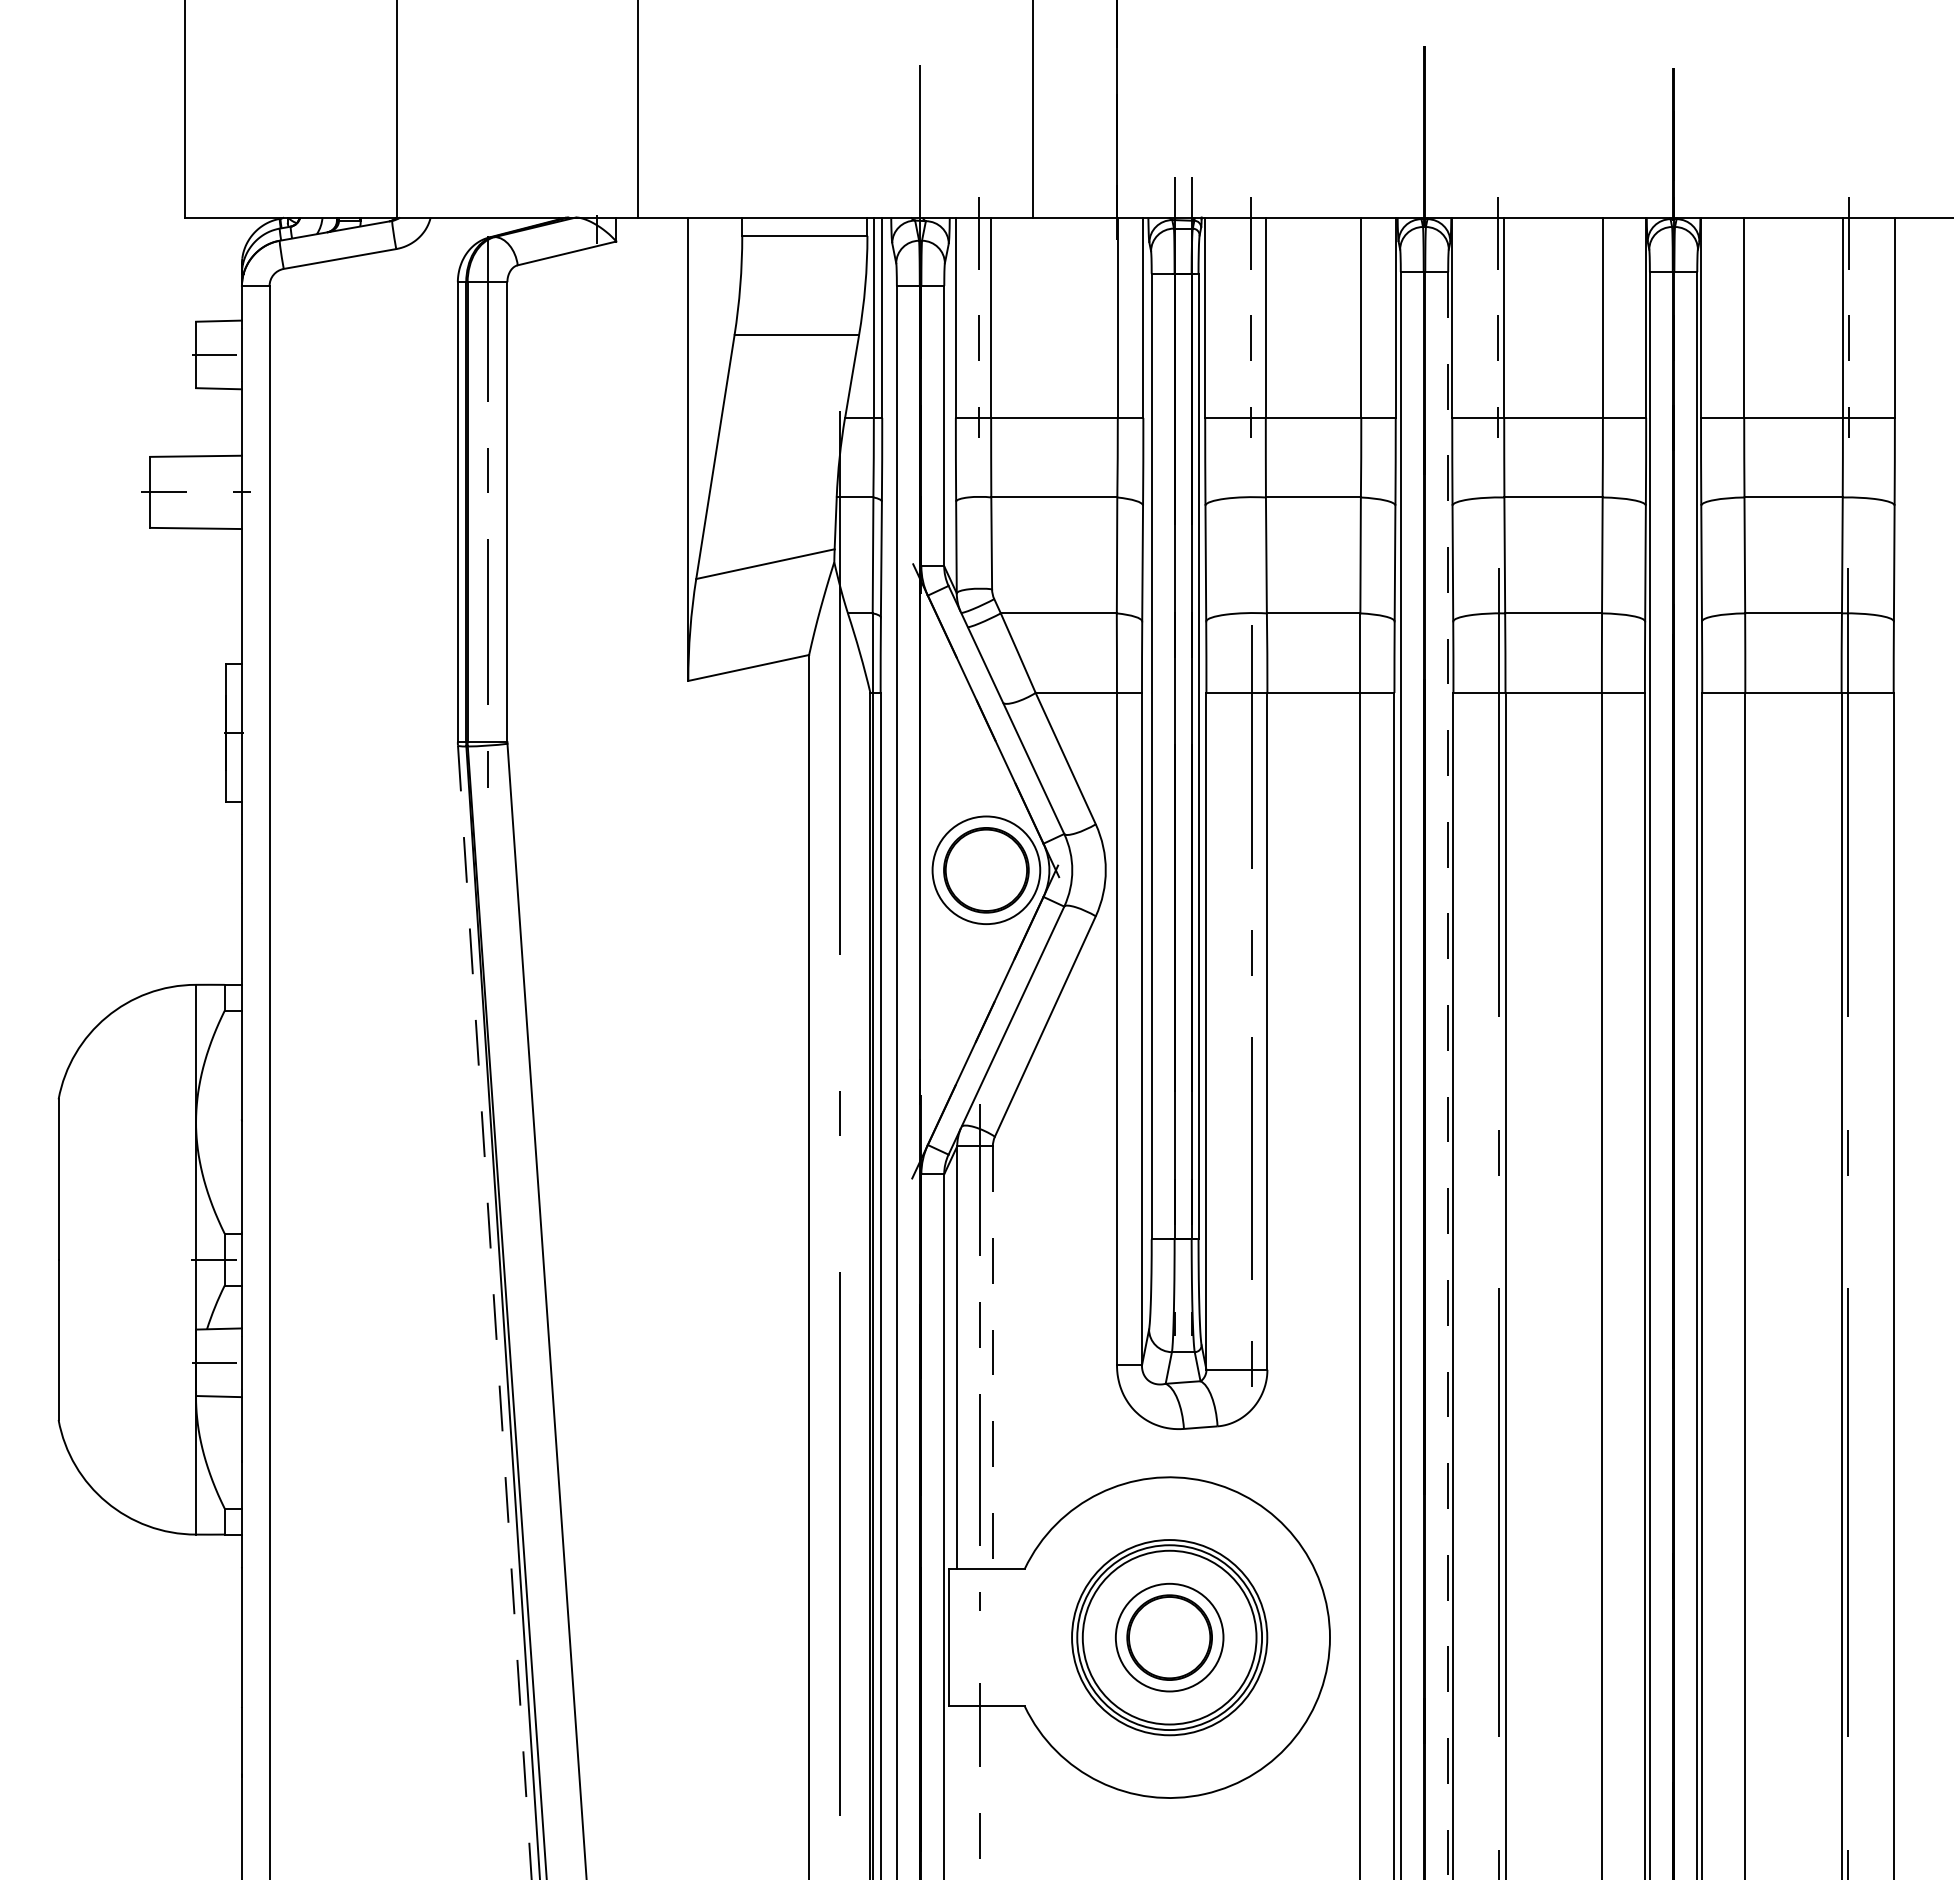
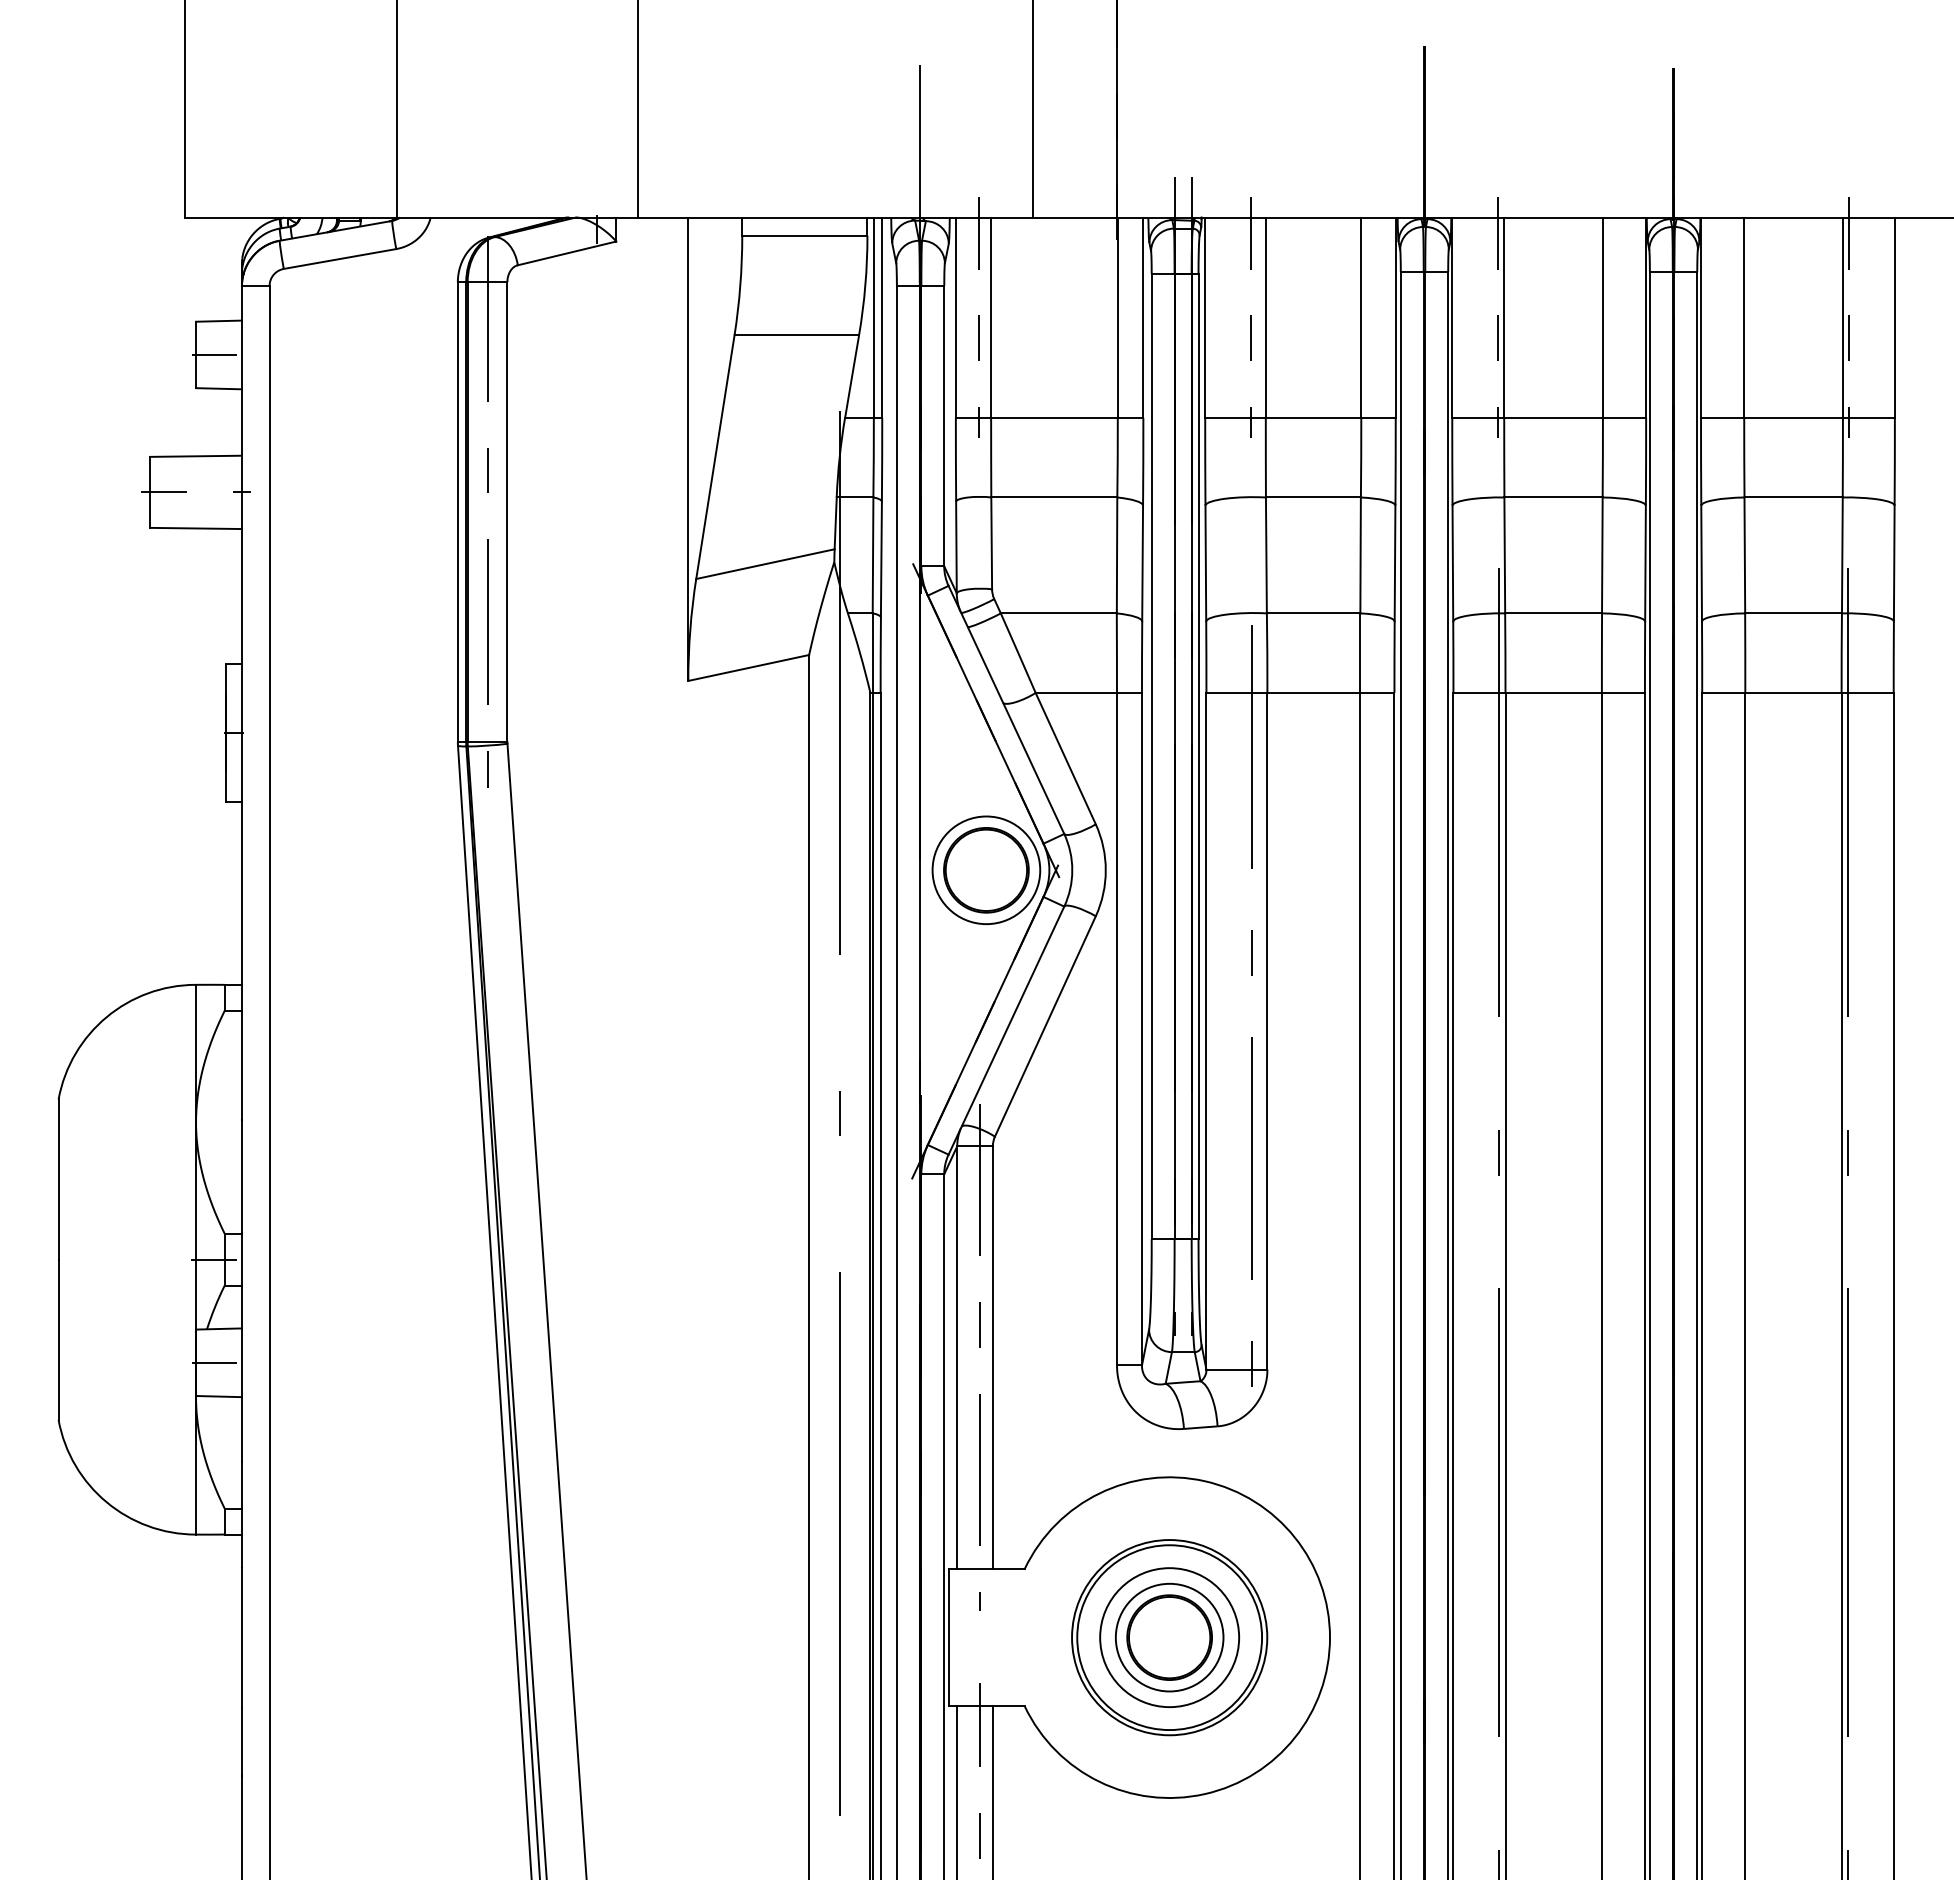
line at (1448, 1075): dashed -> solid
line at (494, 1313): dashed -> solid
line at (992, 1358): dashed -> solid
circle at (1169, 1637) diameter: 174 px -> 139 px
line at (957, 1791): none -> present
line at (992, 1791): none -> present
